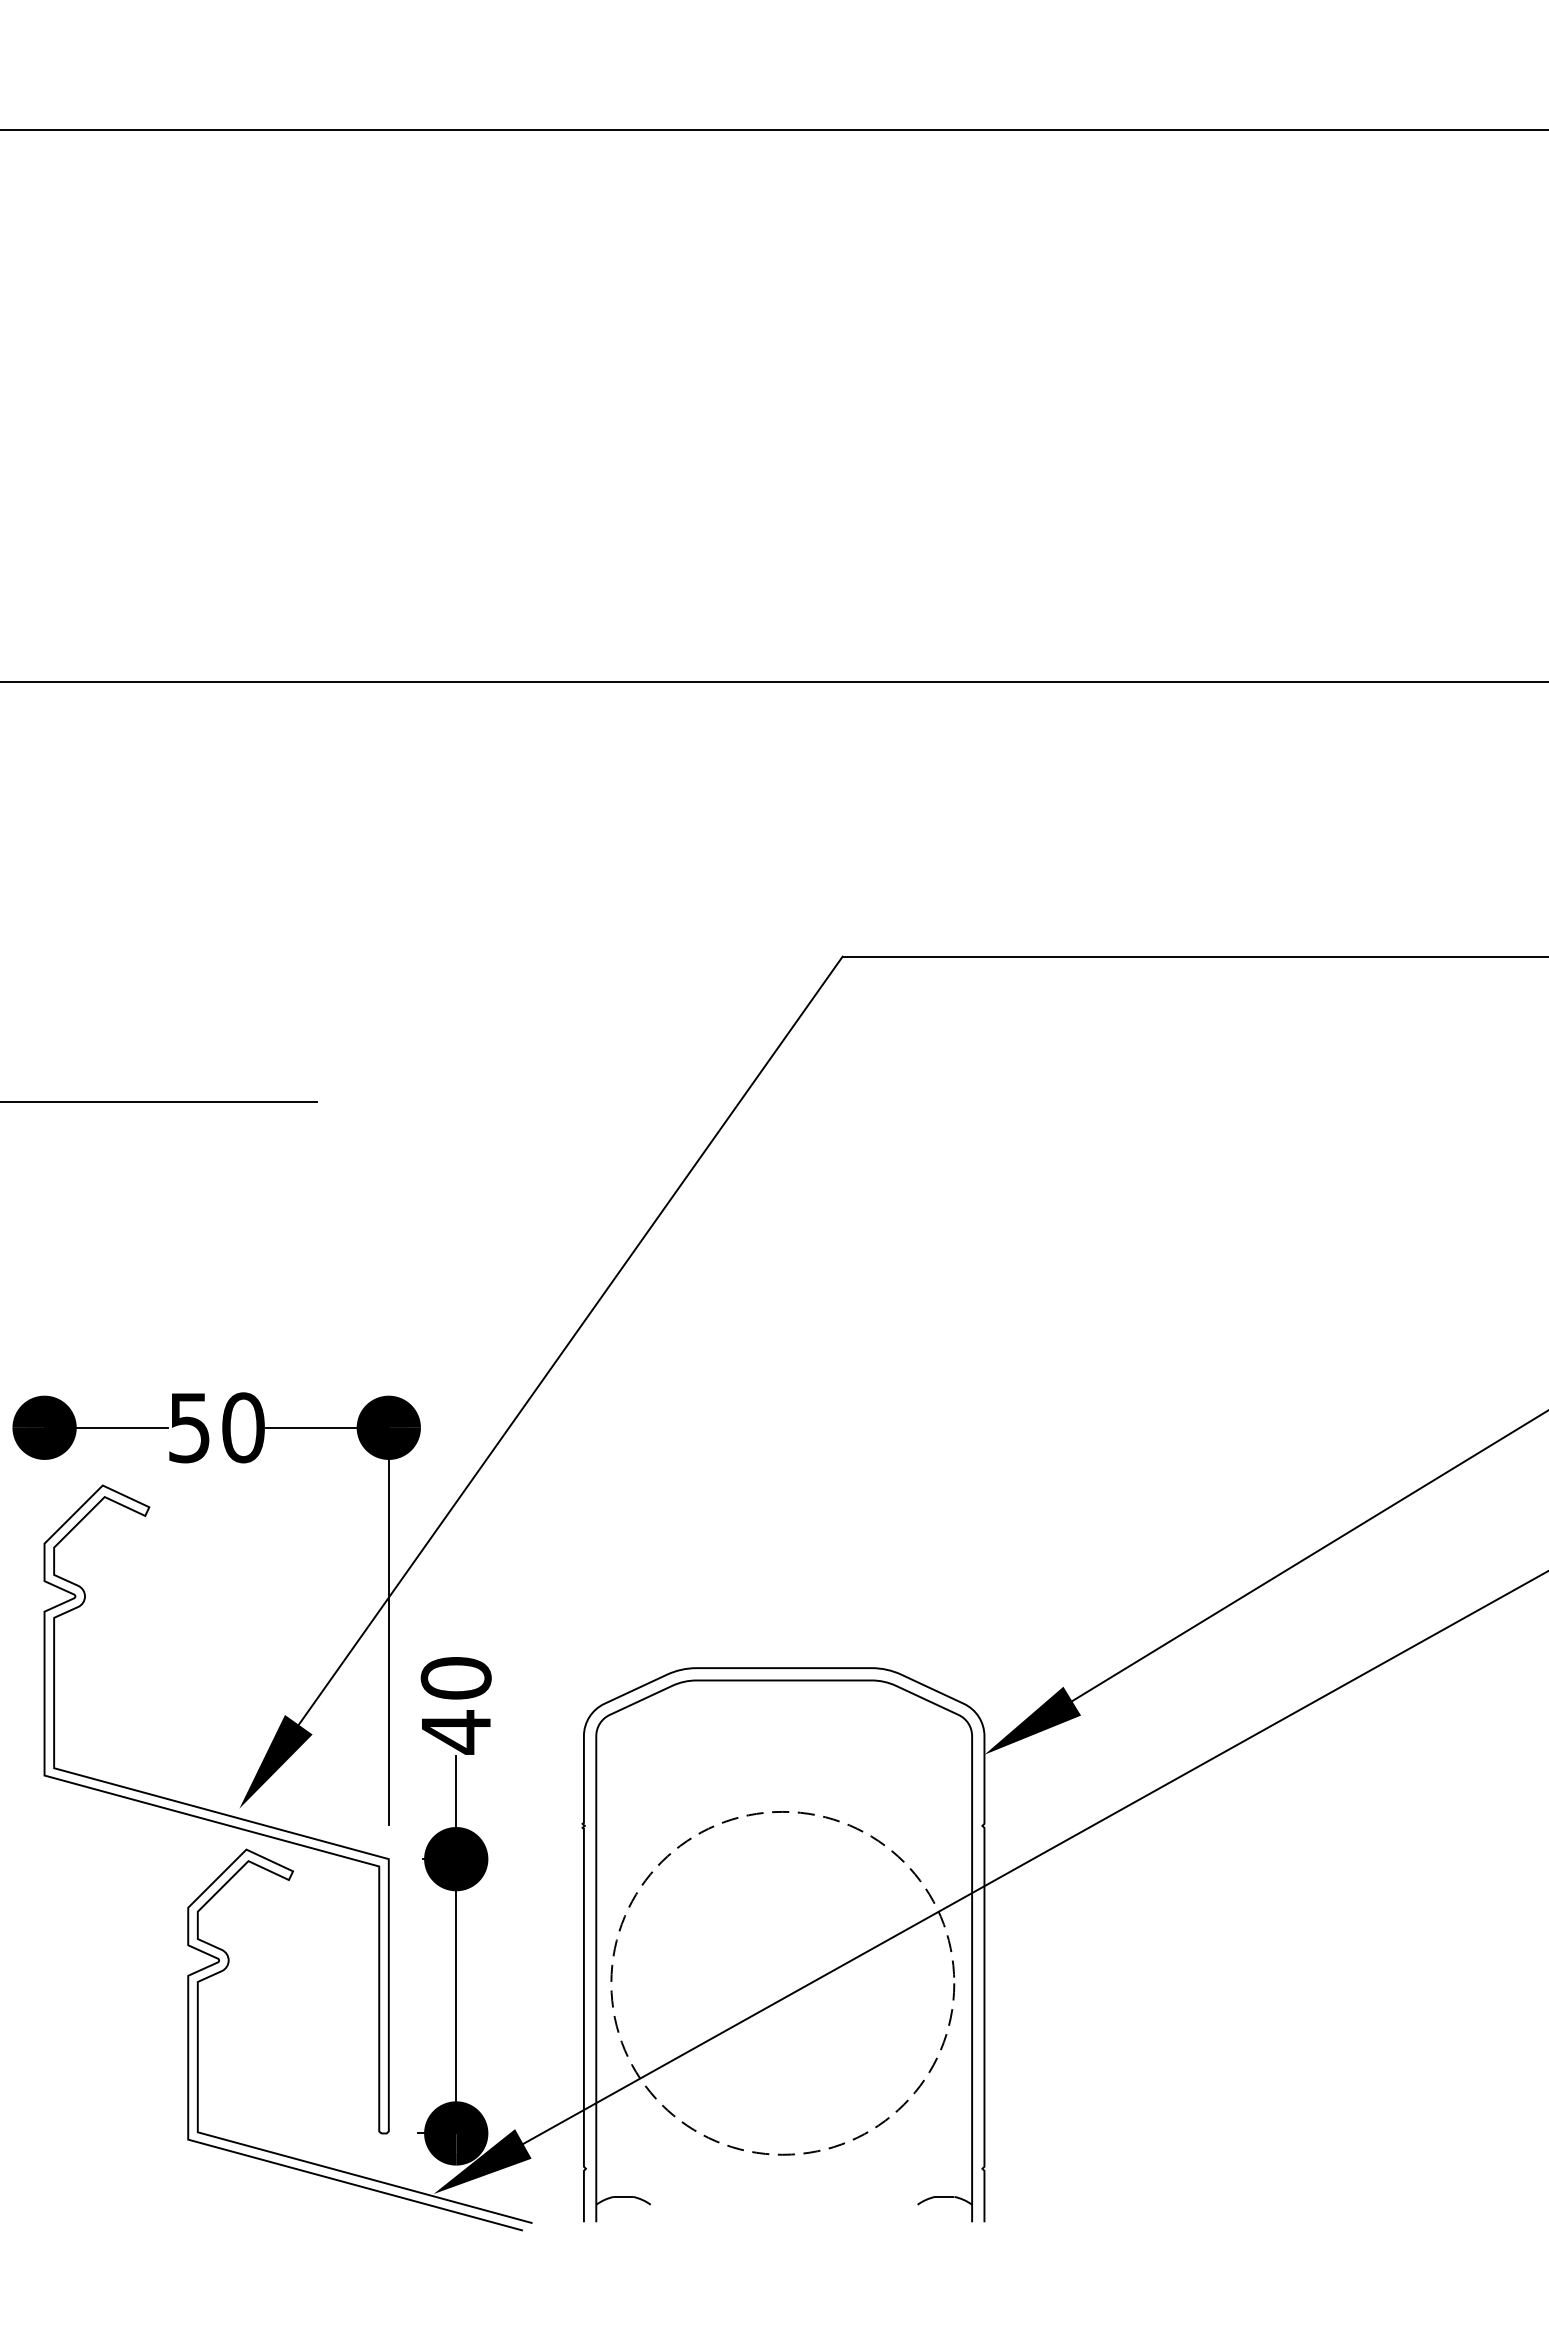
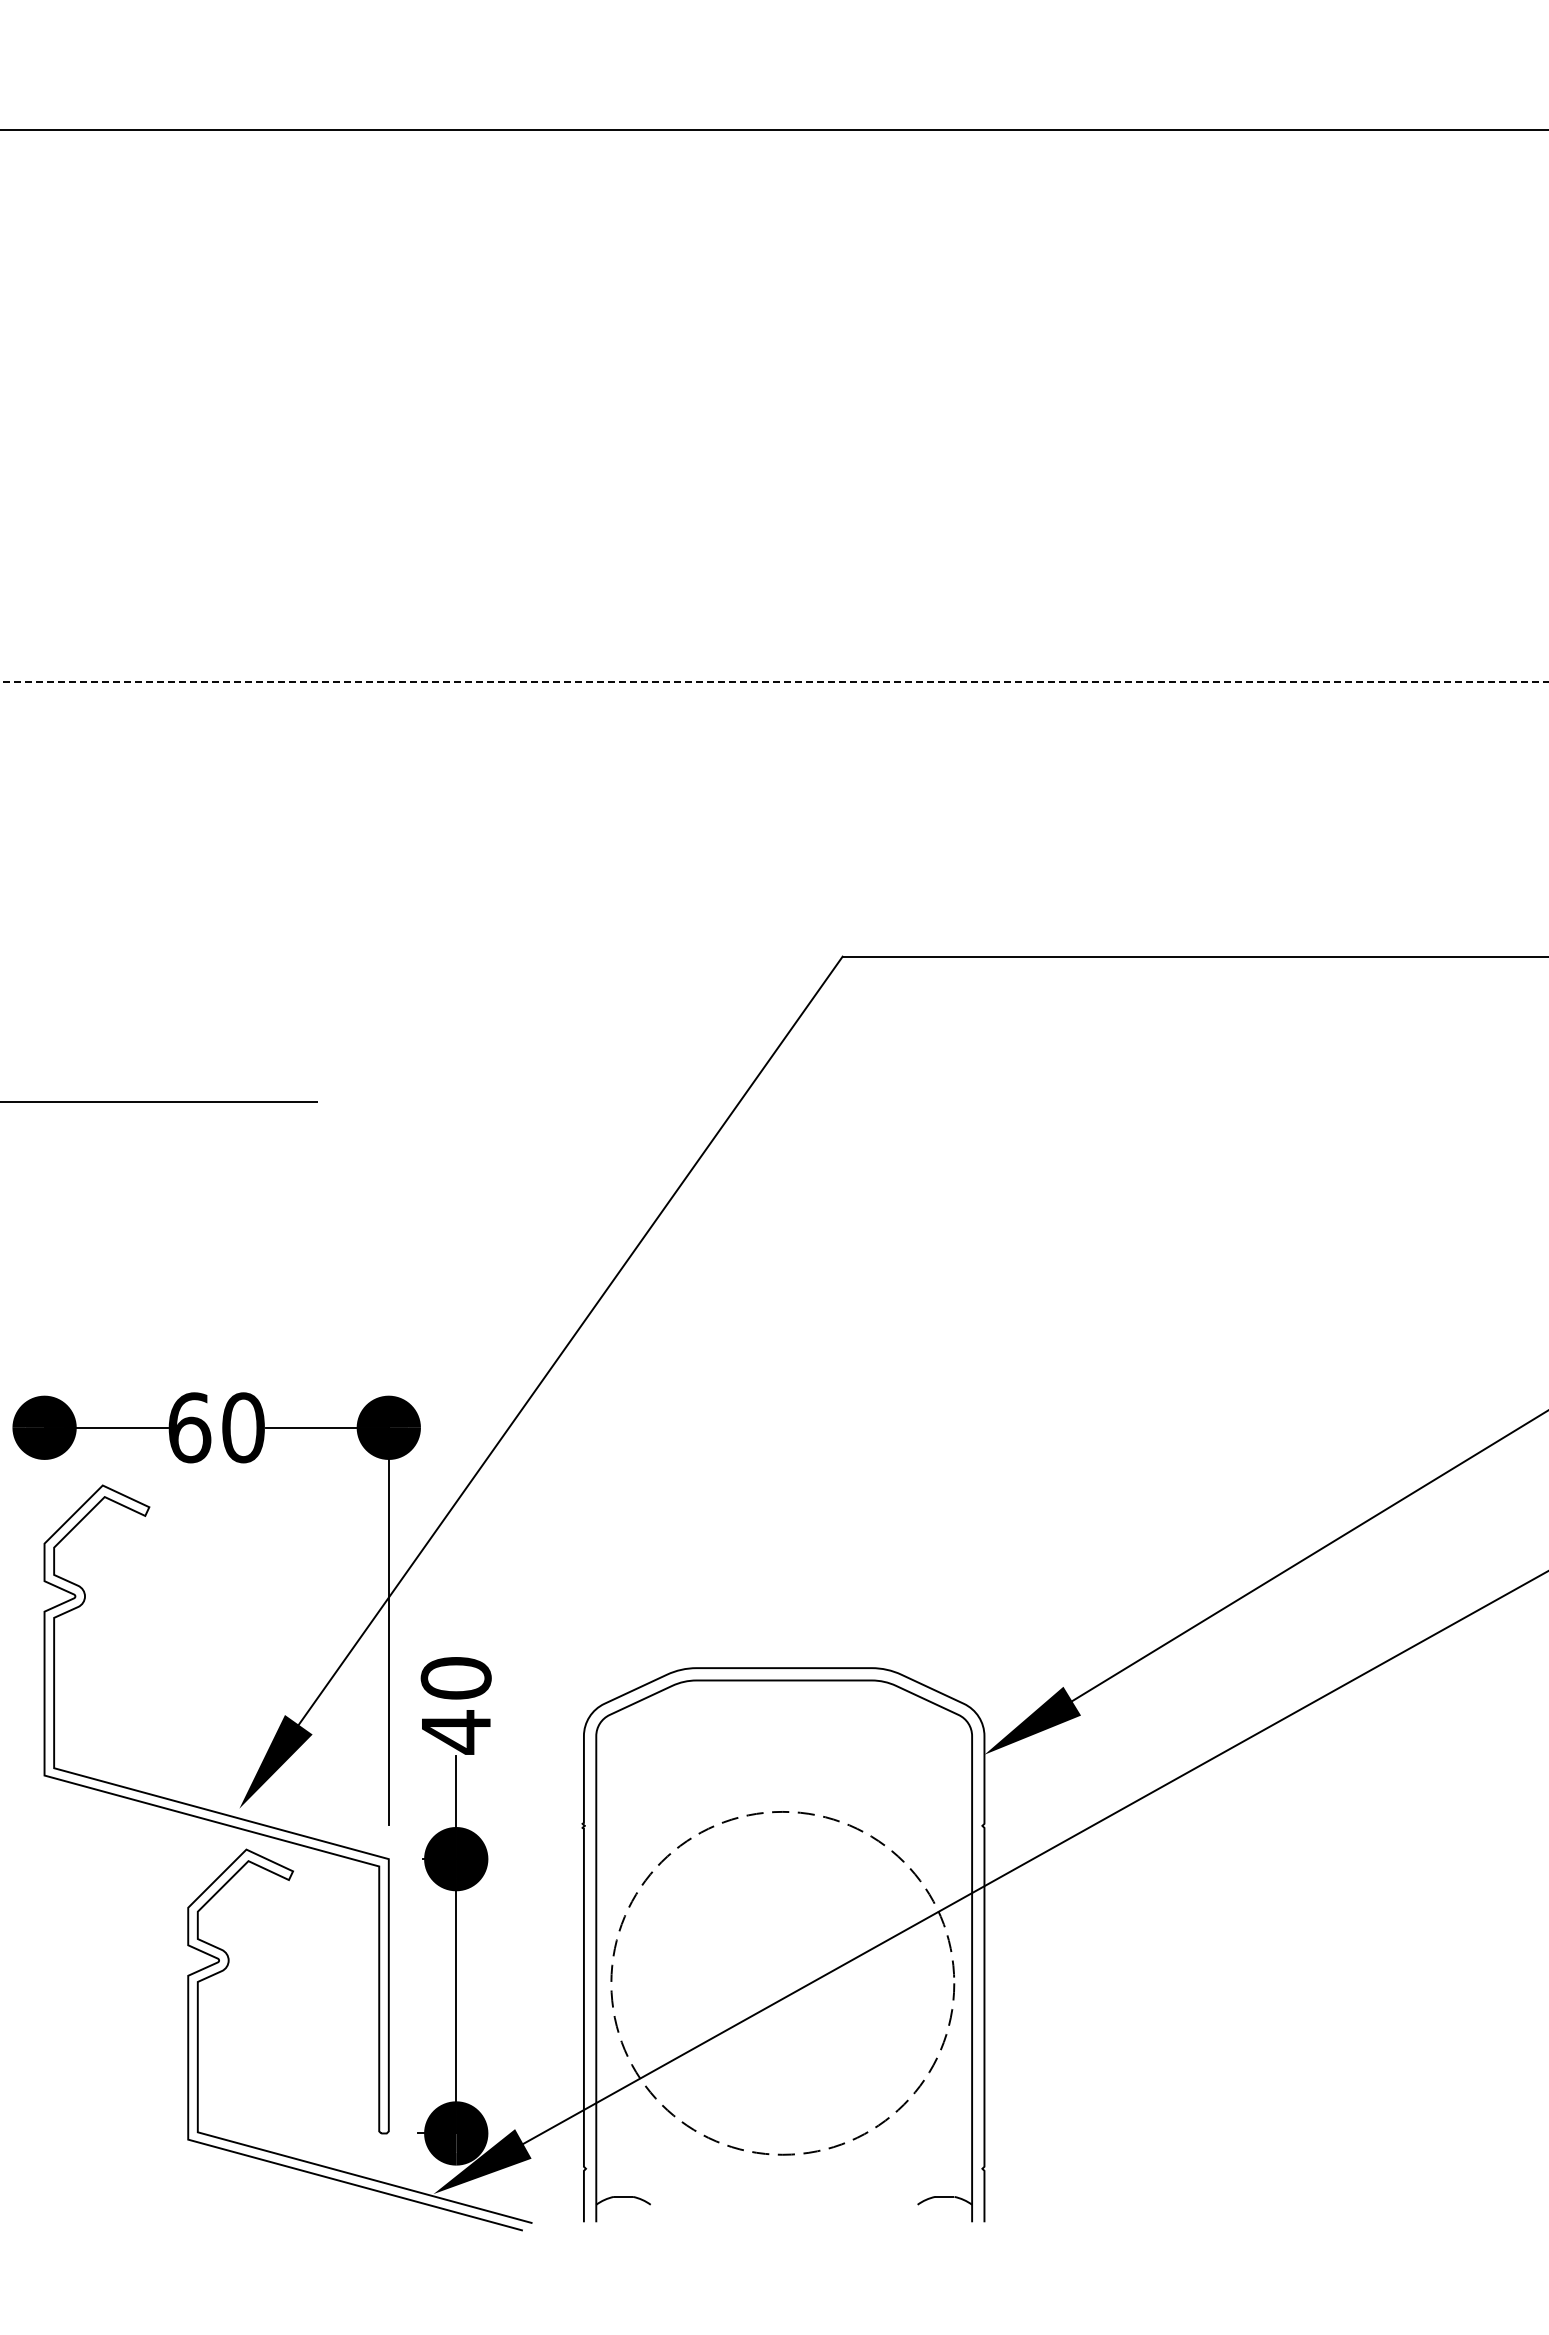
line at (774, 682): solid -> dashed
text at (189, 1427): 50 -> 60
